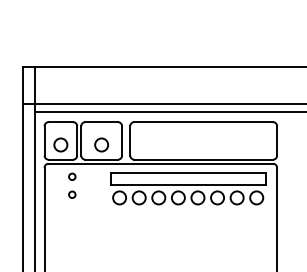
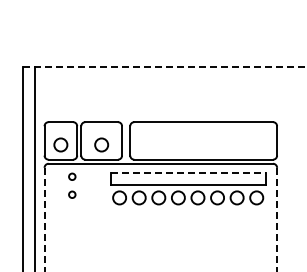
line at (165, 67): solid -> dashed
line at (163, 104): present -> none
line at (168, 112): present -> none
line at (188, 173): solid -> dashed
line at (44, 219): solid -> dashed
line at (277, 219): solid -> dashed
